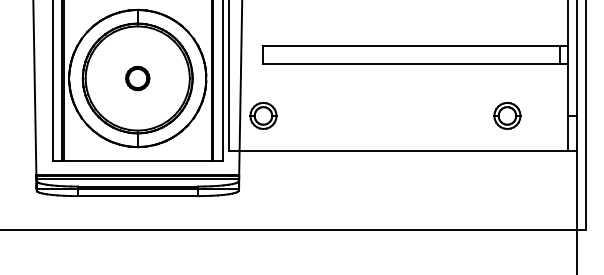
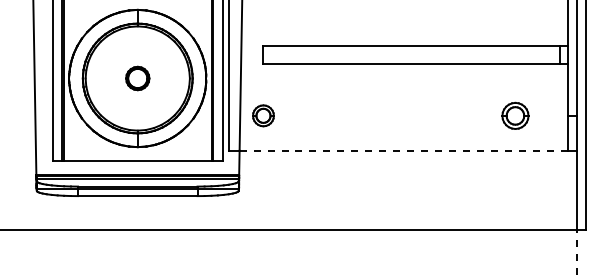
part at (263, 115) size: 29x29 px -> 23x24 px
part at (507, 115) position: (507, 115) -> (515, 115)
line at (404, 150): solid -> dashed
line at (577, 251): solid -> dashed
